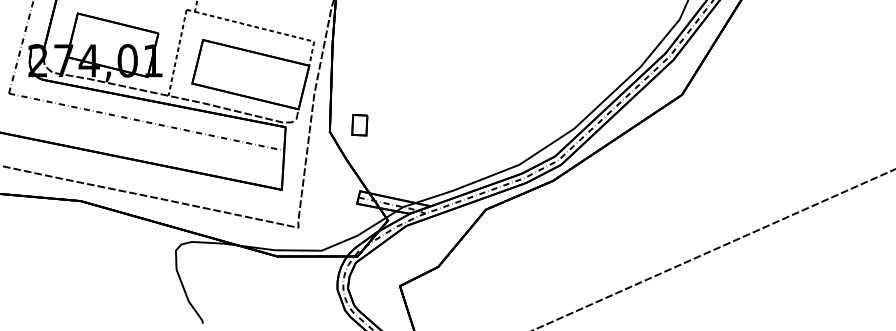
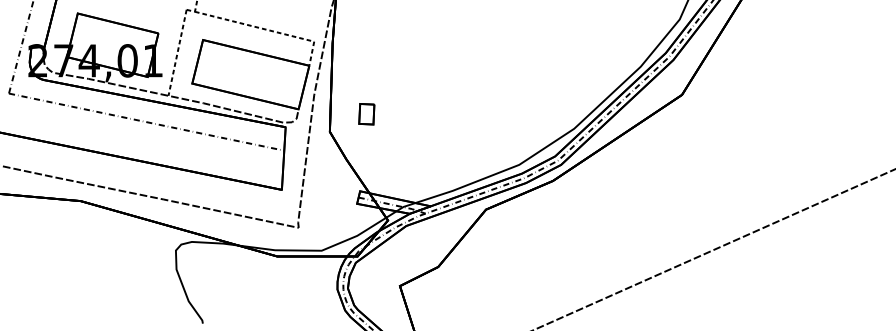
part at (359, 125) position: (359, 125) -> (366, 114)
